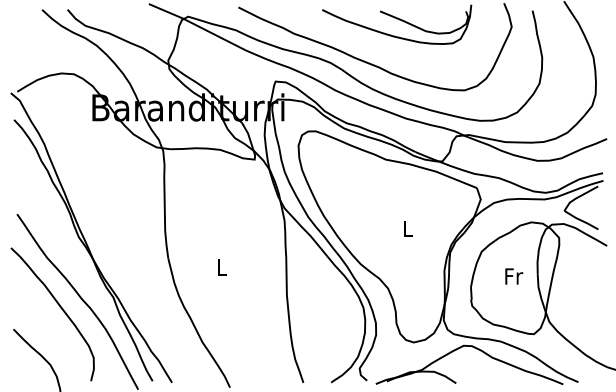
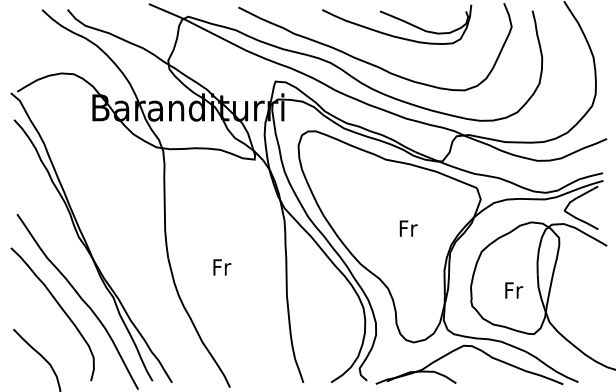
text at (408, 228): L -> Fr
text at (222, 267): L -> Fr
text at (514, 276) position: (514, 276) -> (514, 290)
